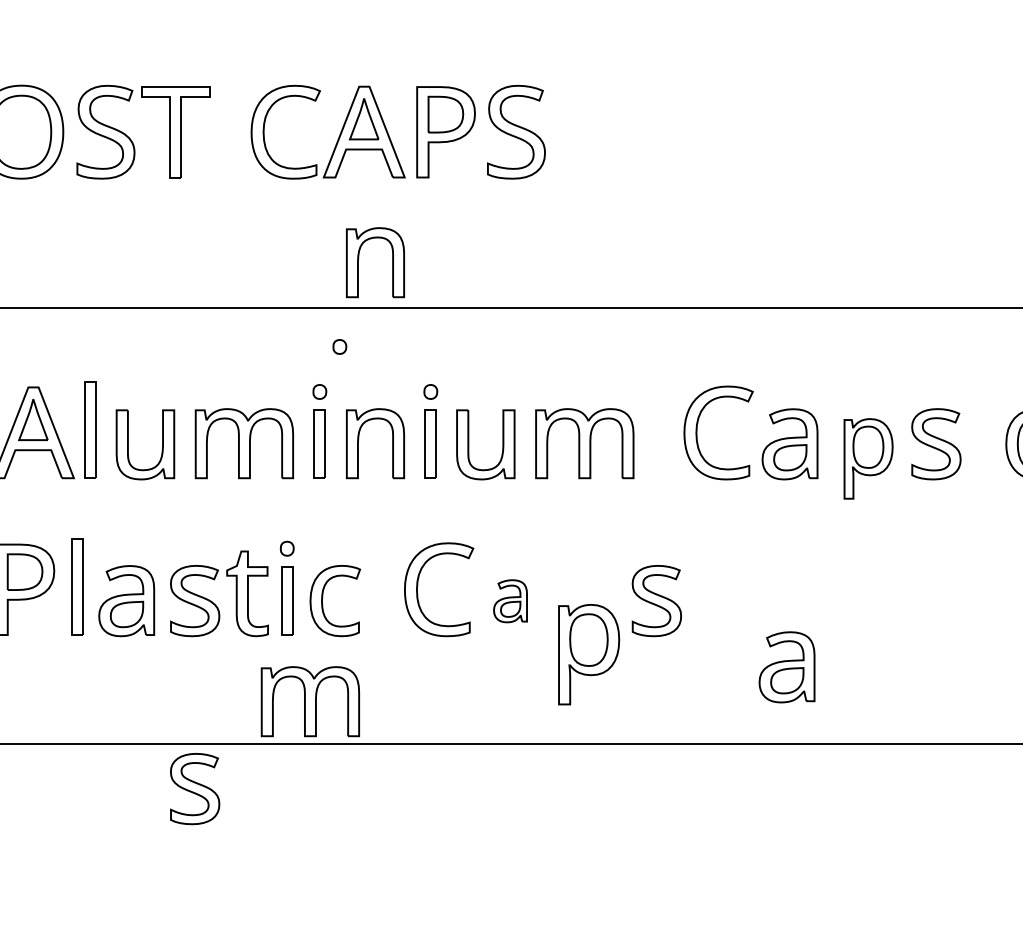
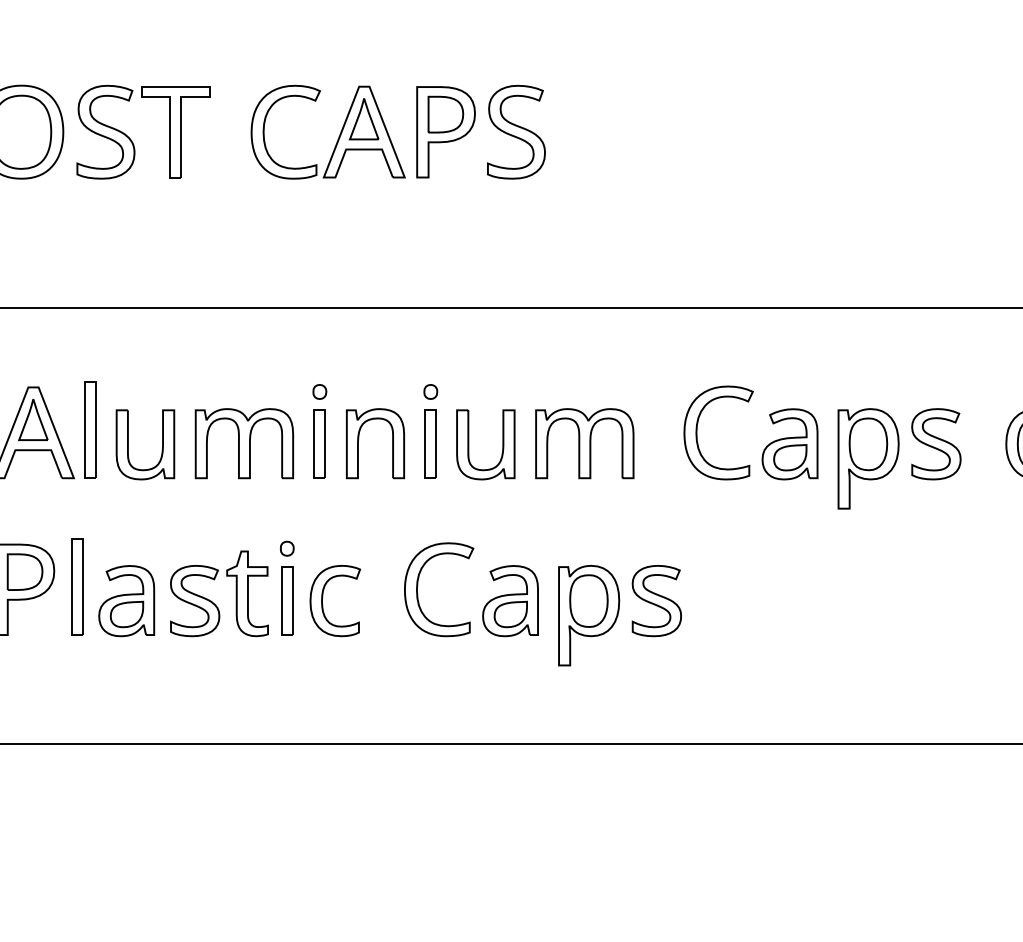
part at (359, 258): present -> none
part at (339, 346): present -> none
part at (868, 458) size: 51x82 px -> 63x102 px
part at (510, 601) size: 35x45 px -> 57x73 px
part at (589, 654) position: (589, 654) -> (589, 615)
part at (786, 667): present -> none
part at (309, 701): present -> none
part at (195, 789): present -> none
